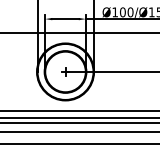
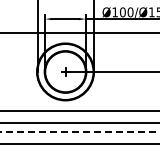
line at (79, 118): present -> none
line at (80, 131): solid -> dashed
